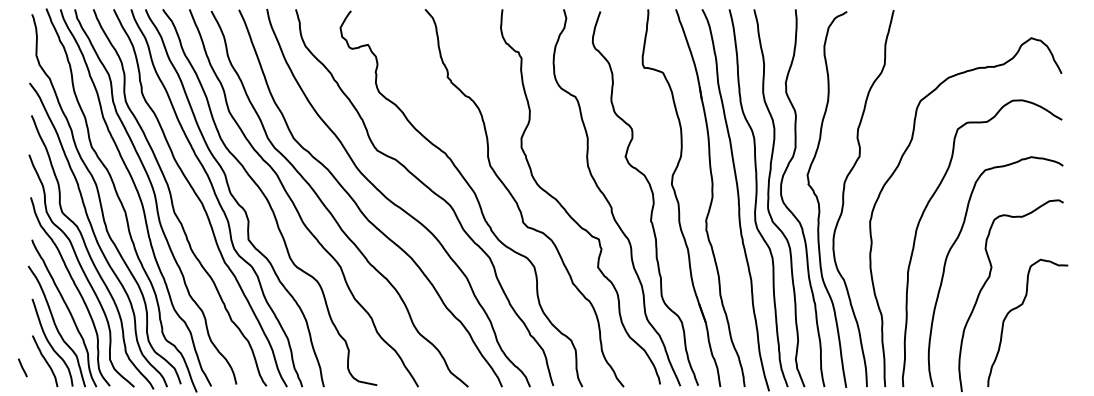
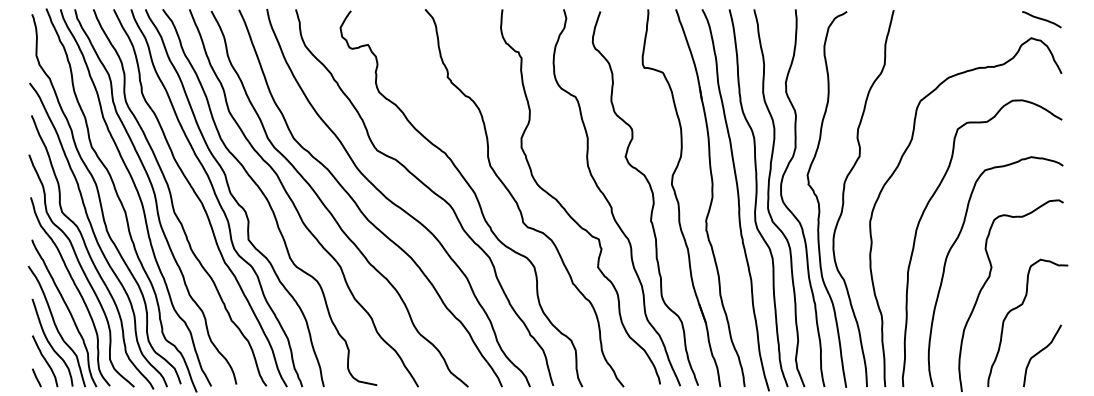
curve at (1041, 19): none -> present
curve at (1040, 352): none -> present
line at (22, 367) position: (22, 367) -> (36, 377)
